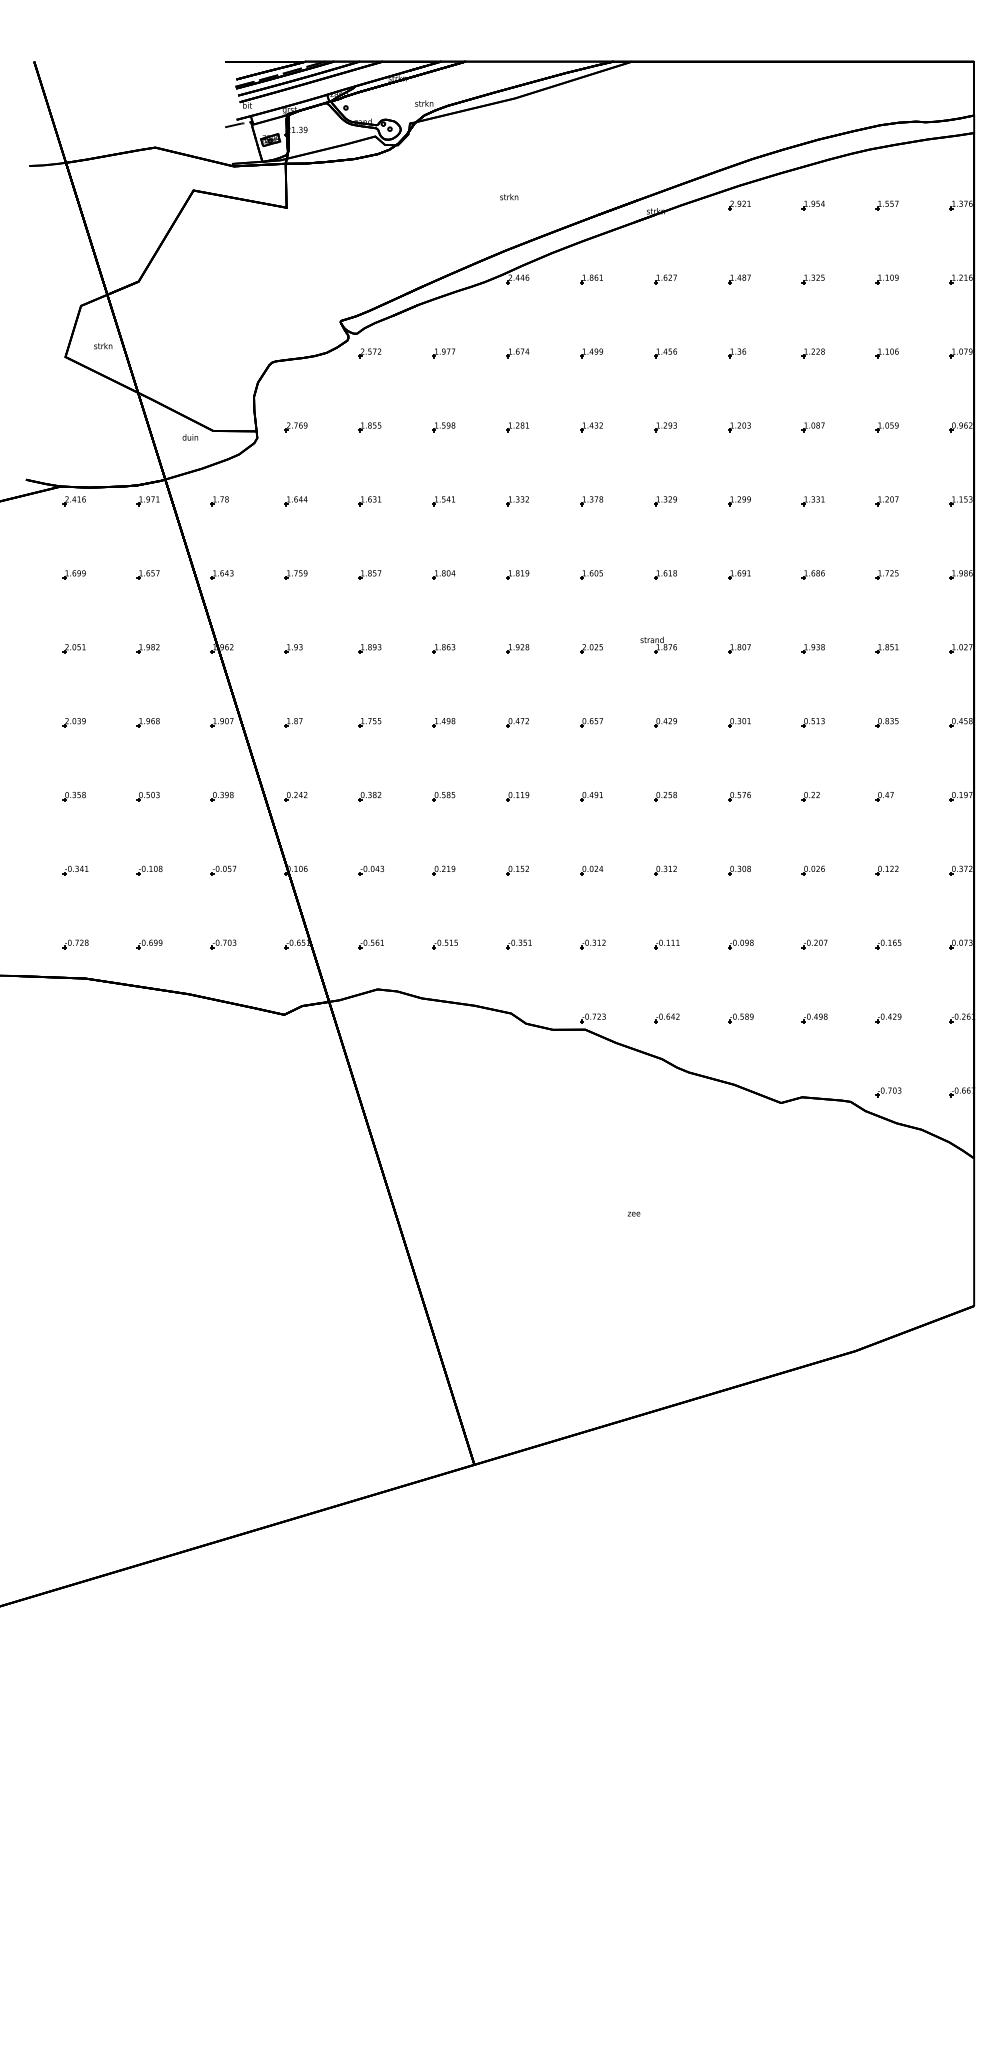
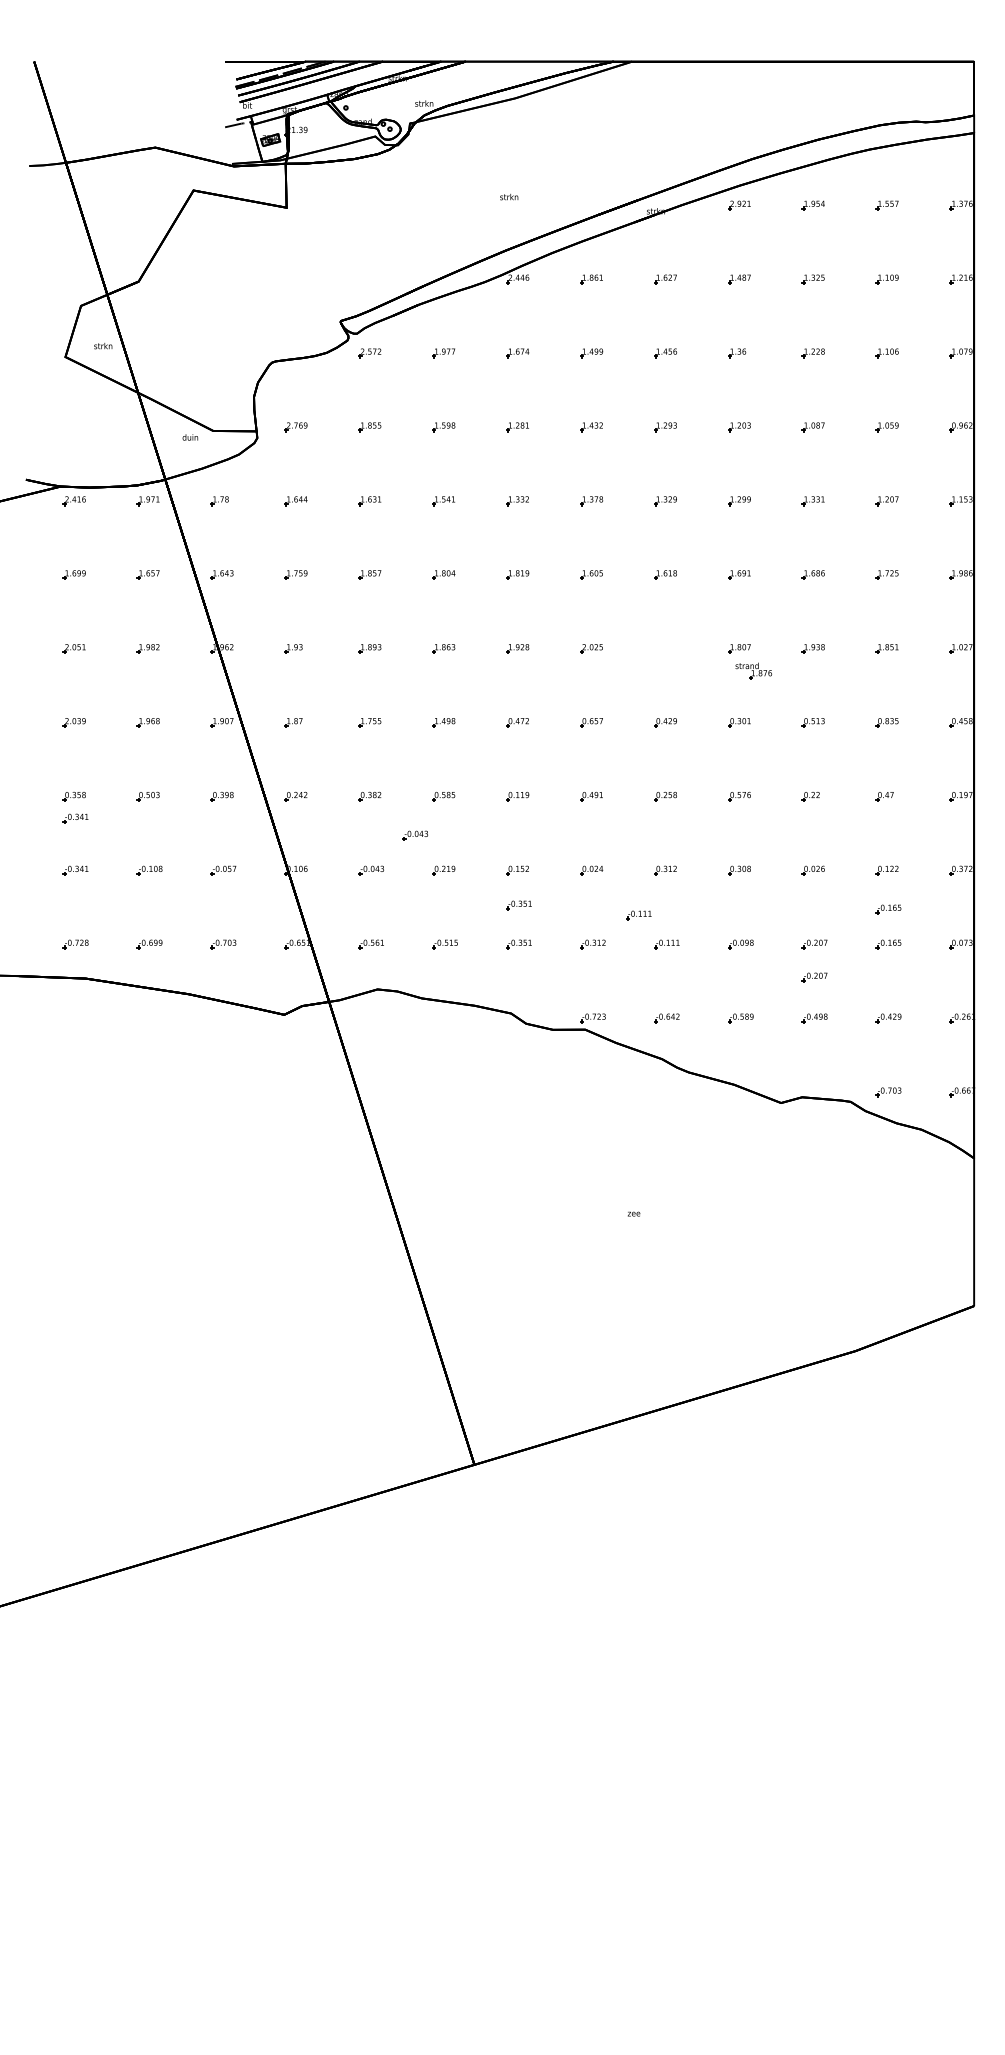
part at (658, 644) position: (658, 644) -> (753, 670)
part at (75, 818): none -> present
part at (414, 835): none -> present
part at (518, 905): none -> present
part at (888, 909): none -> present
part at (638, 915): none -> present
part at (814, 977): none -> present
